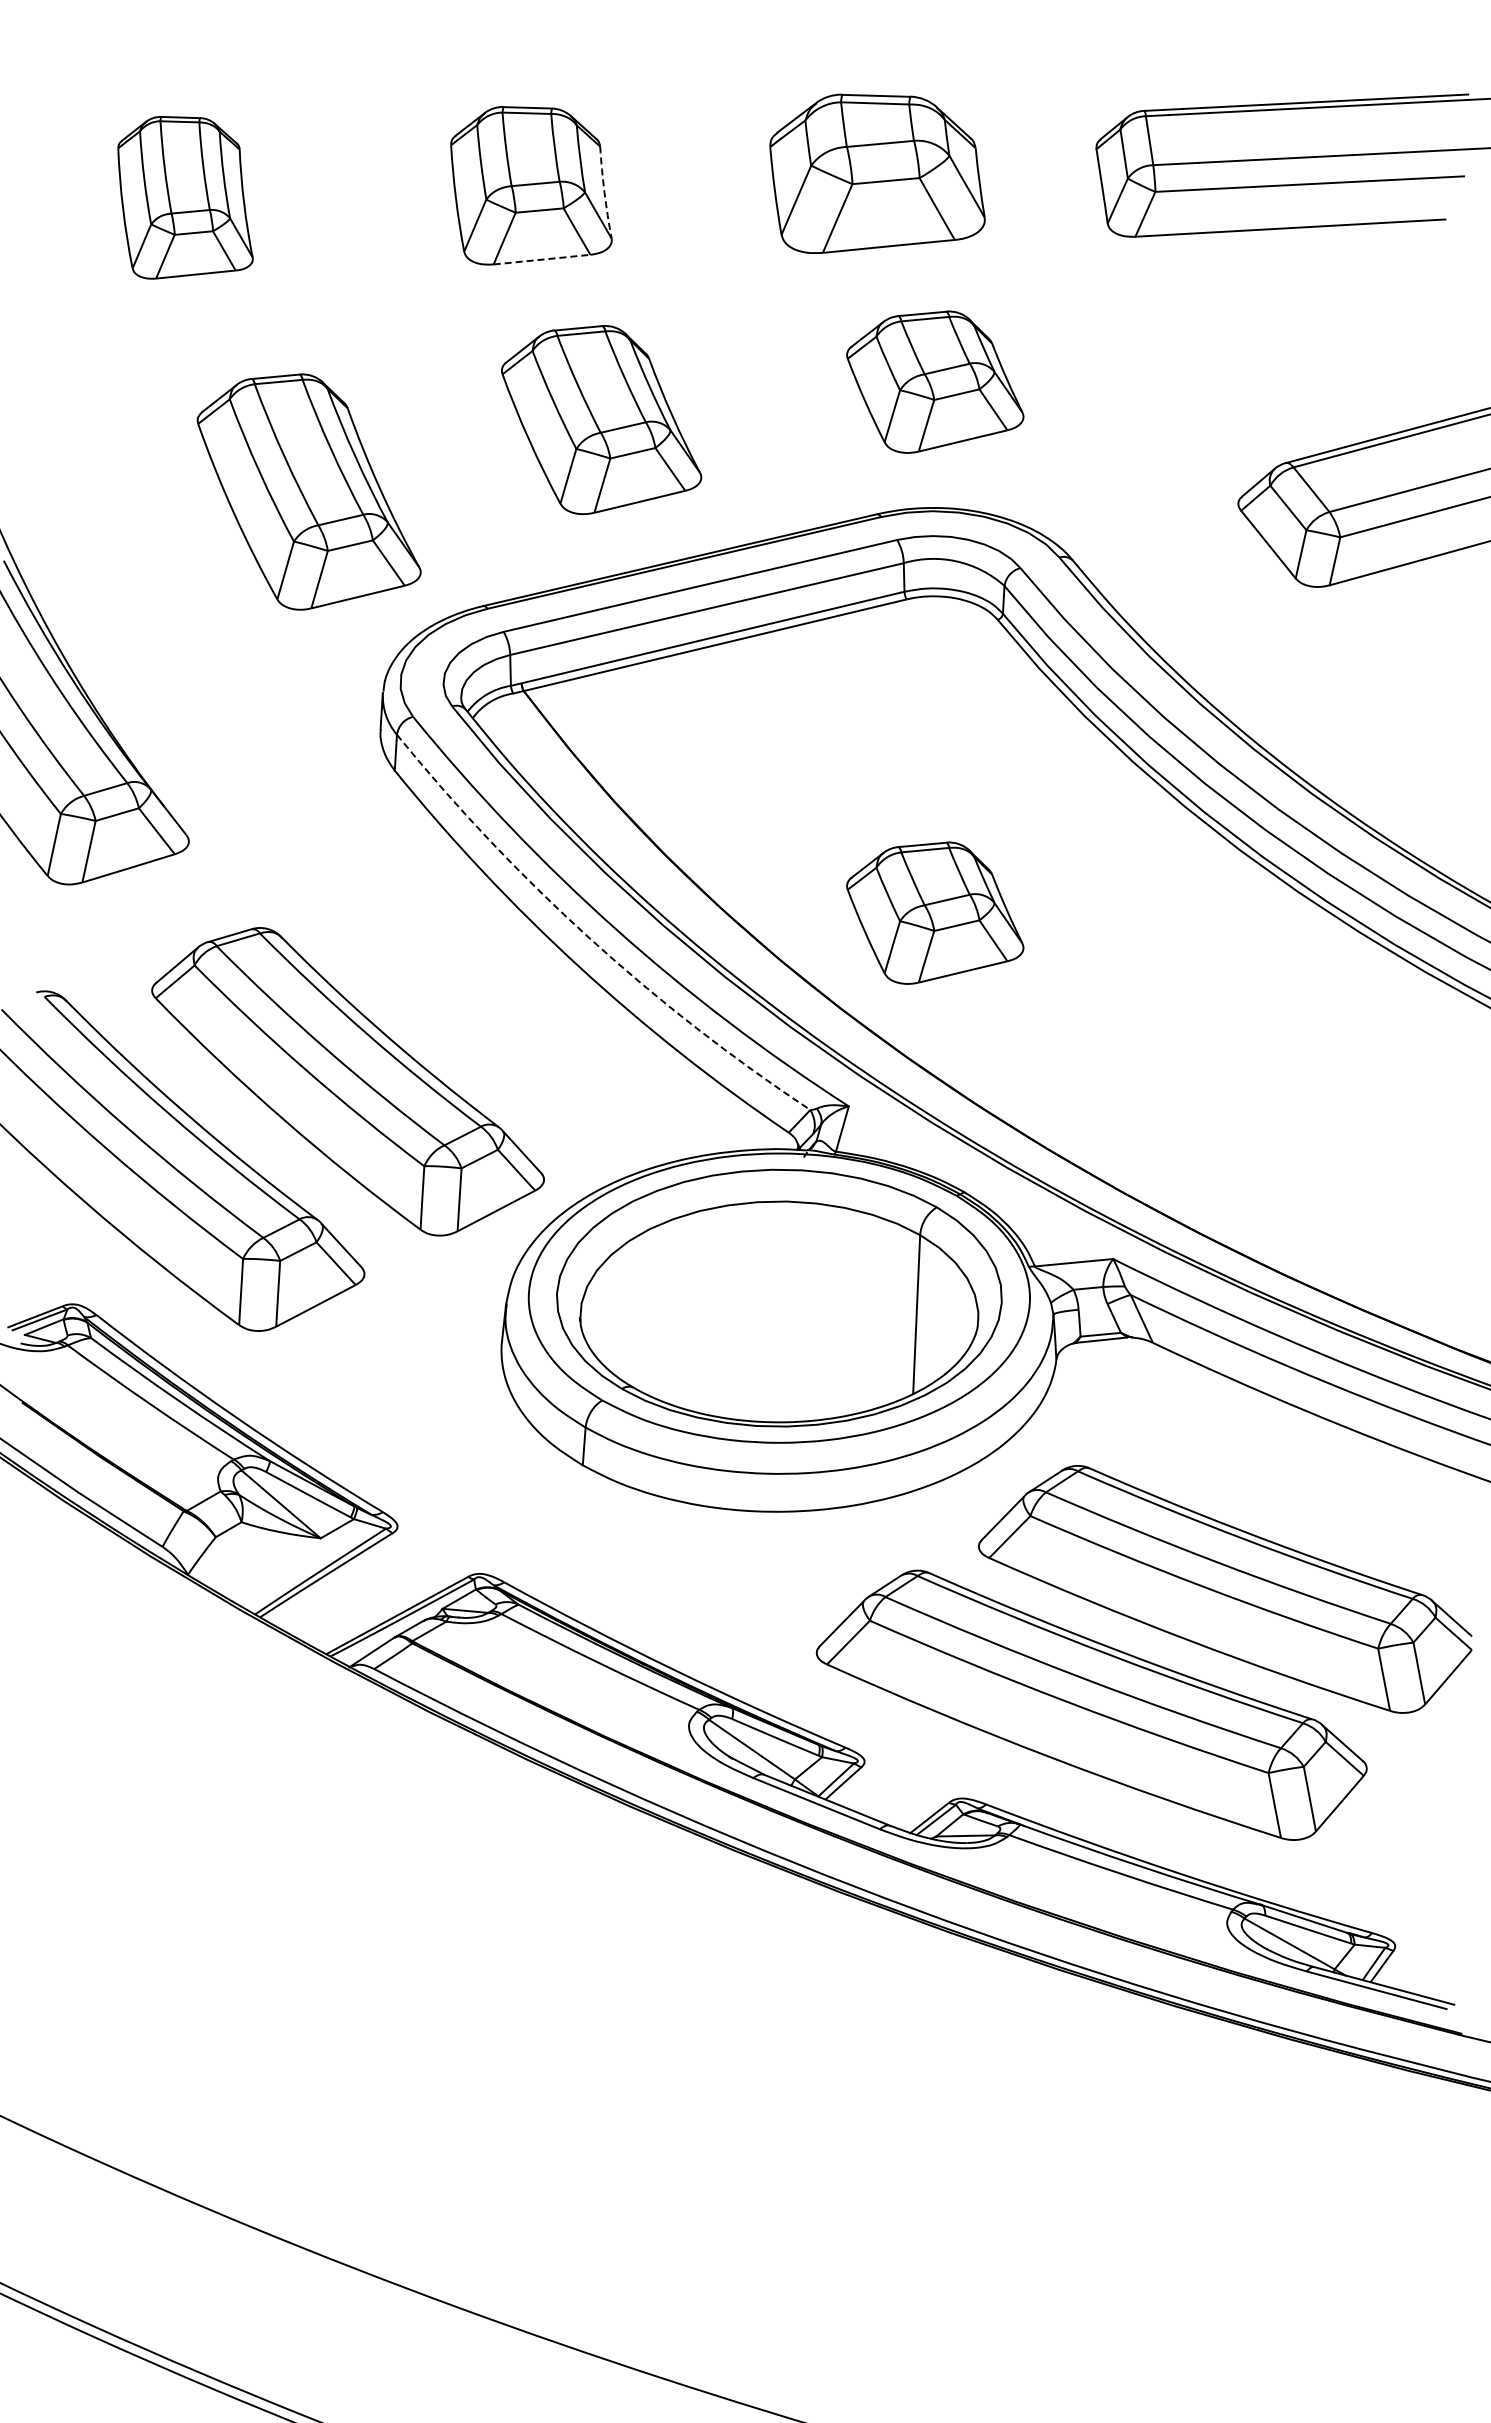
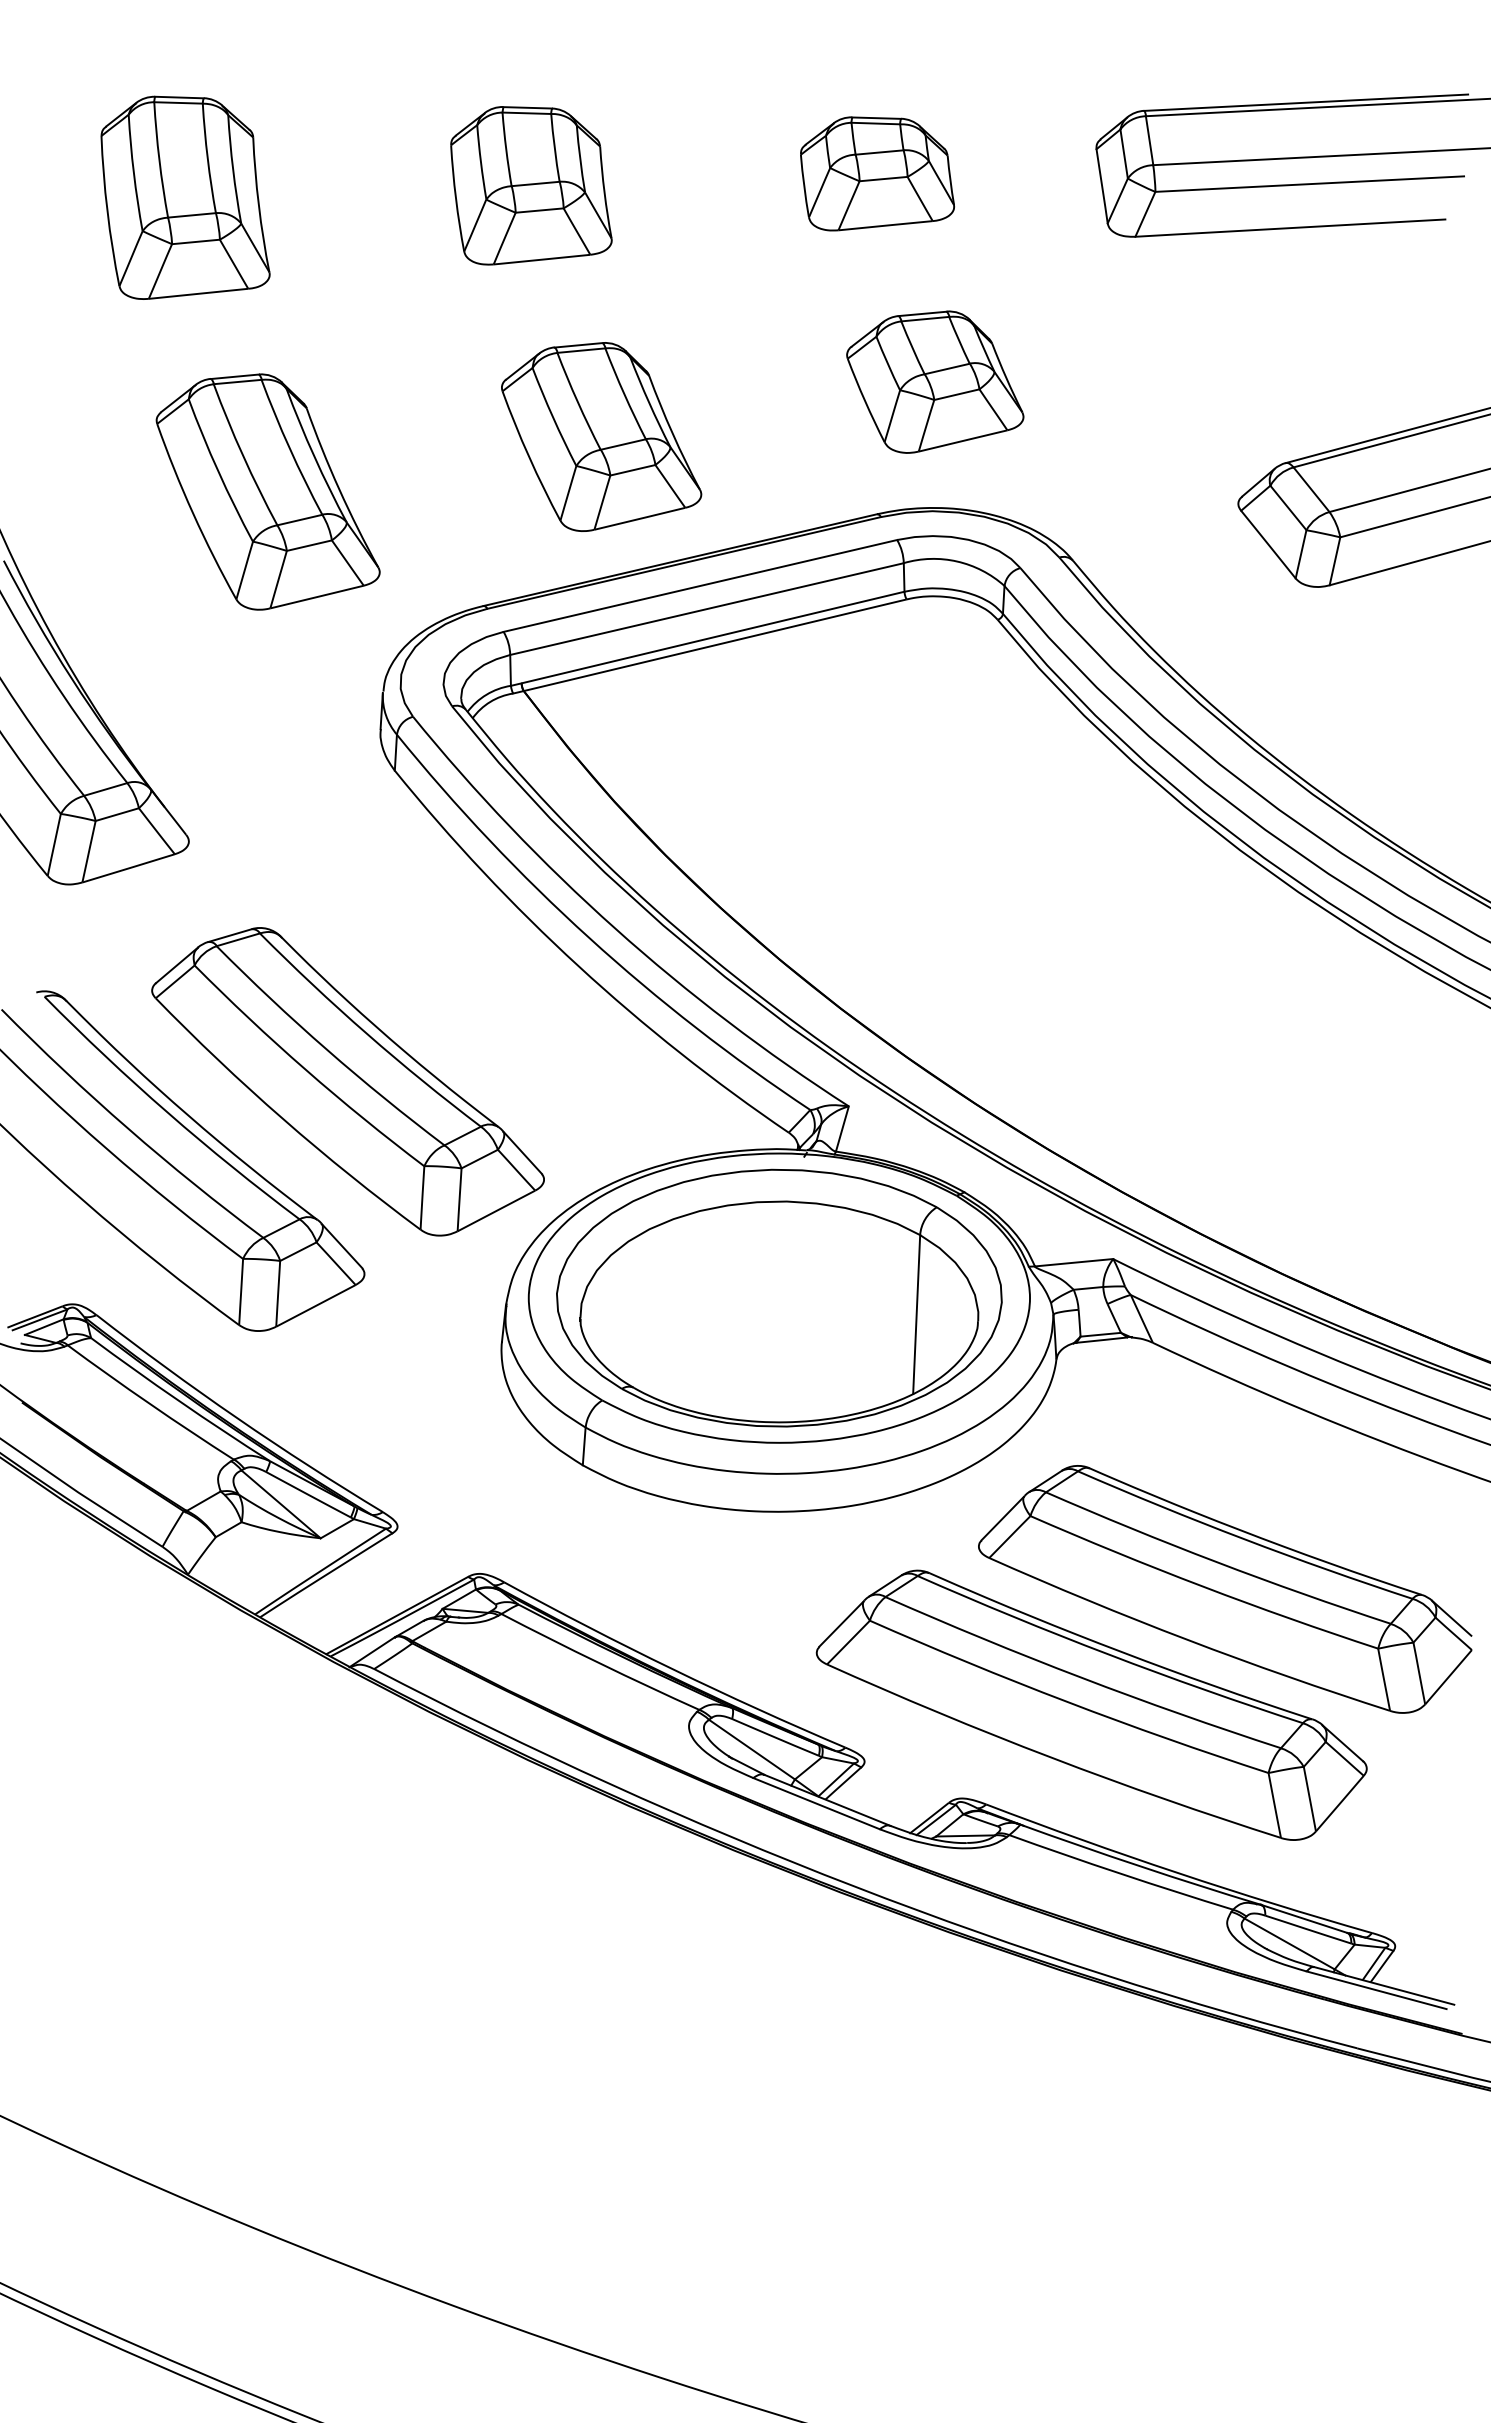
part at (877, 173) size: 217x161 px -> 155x116 px
arc at (604, 192): dashed -> solid
part at (185, 197) size: 137x164 px -> 171x205 px
line at (542, 259): dashed -> solid
part at (601, 419) position: (601, 419) -> (601, 436)
part at (308, 491) position: (308, 491) -> (267, 491)
part at (935, 912): present -> none
arc at (589, 938): dashed -> solid
